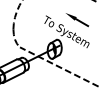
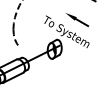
line at (57, 65): present -> none
